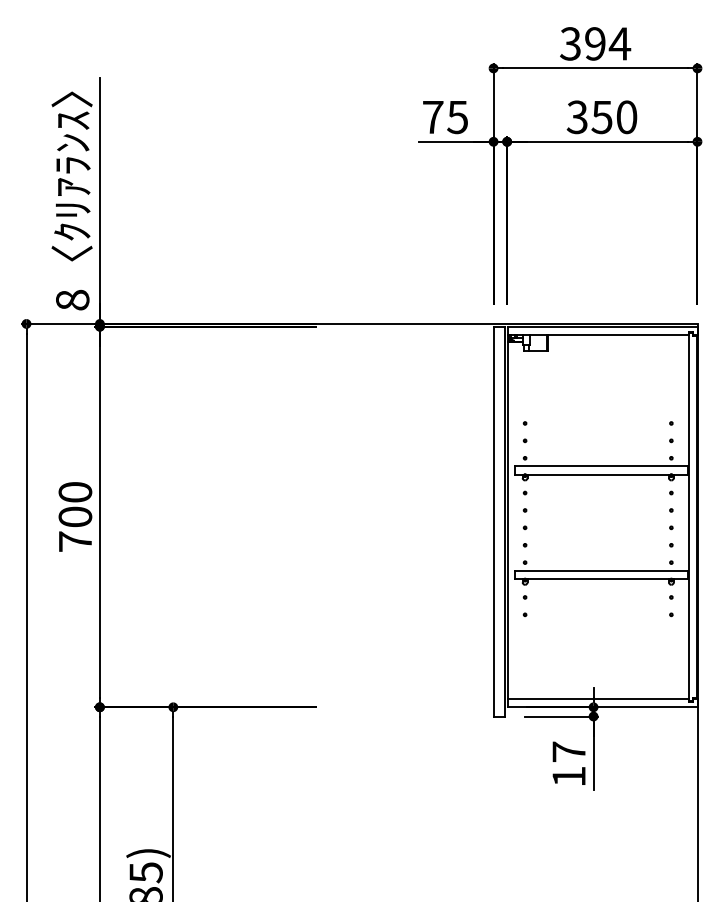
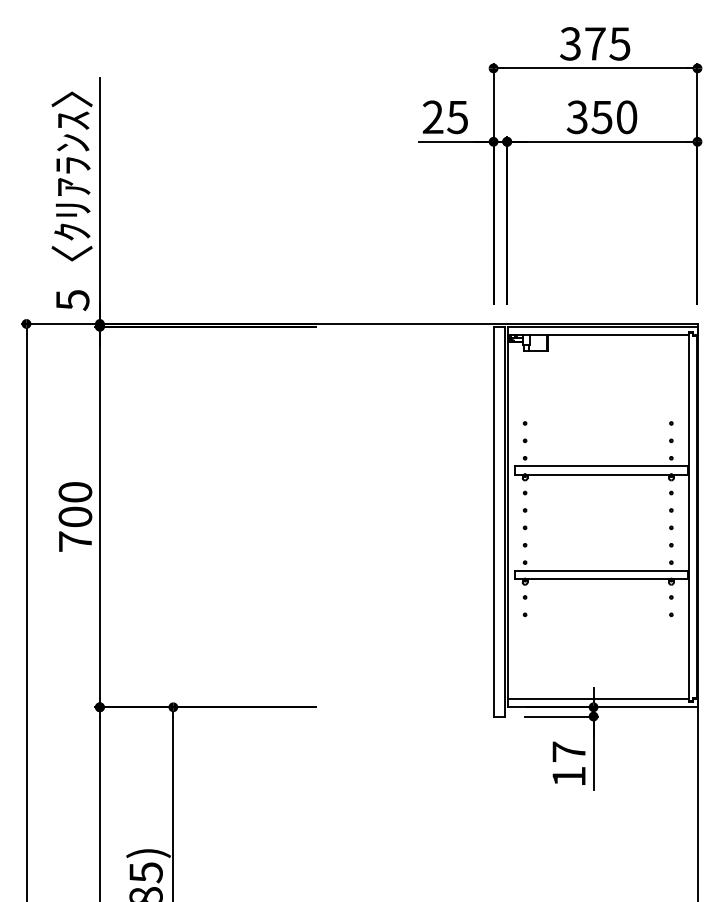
text at (608, 43): 394 -> 375
text at (432, 116): 75 -> 25
text at (72, 300): 8 -> 5
